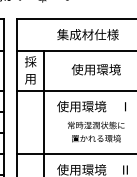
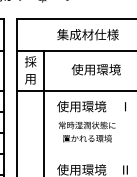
text at (95, 131) position: (95, 131) -> (86, 131)
line at (75, 153): present -> none
